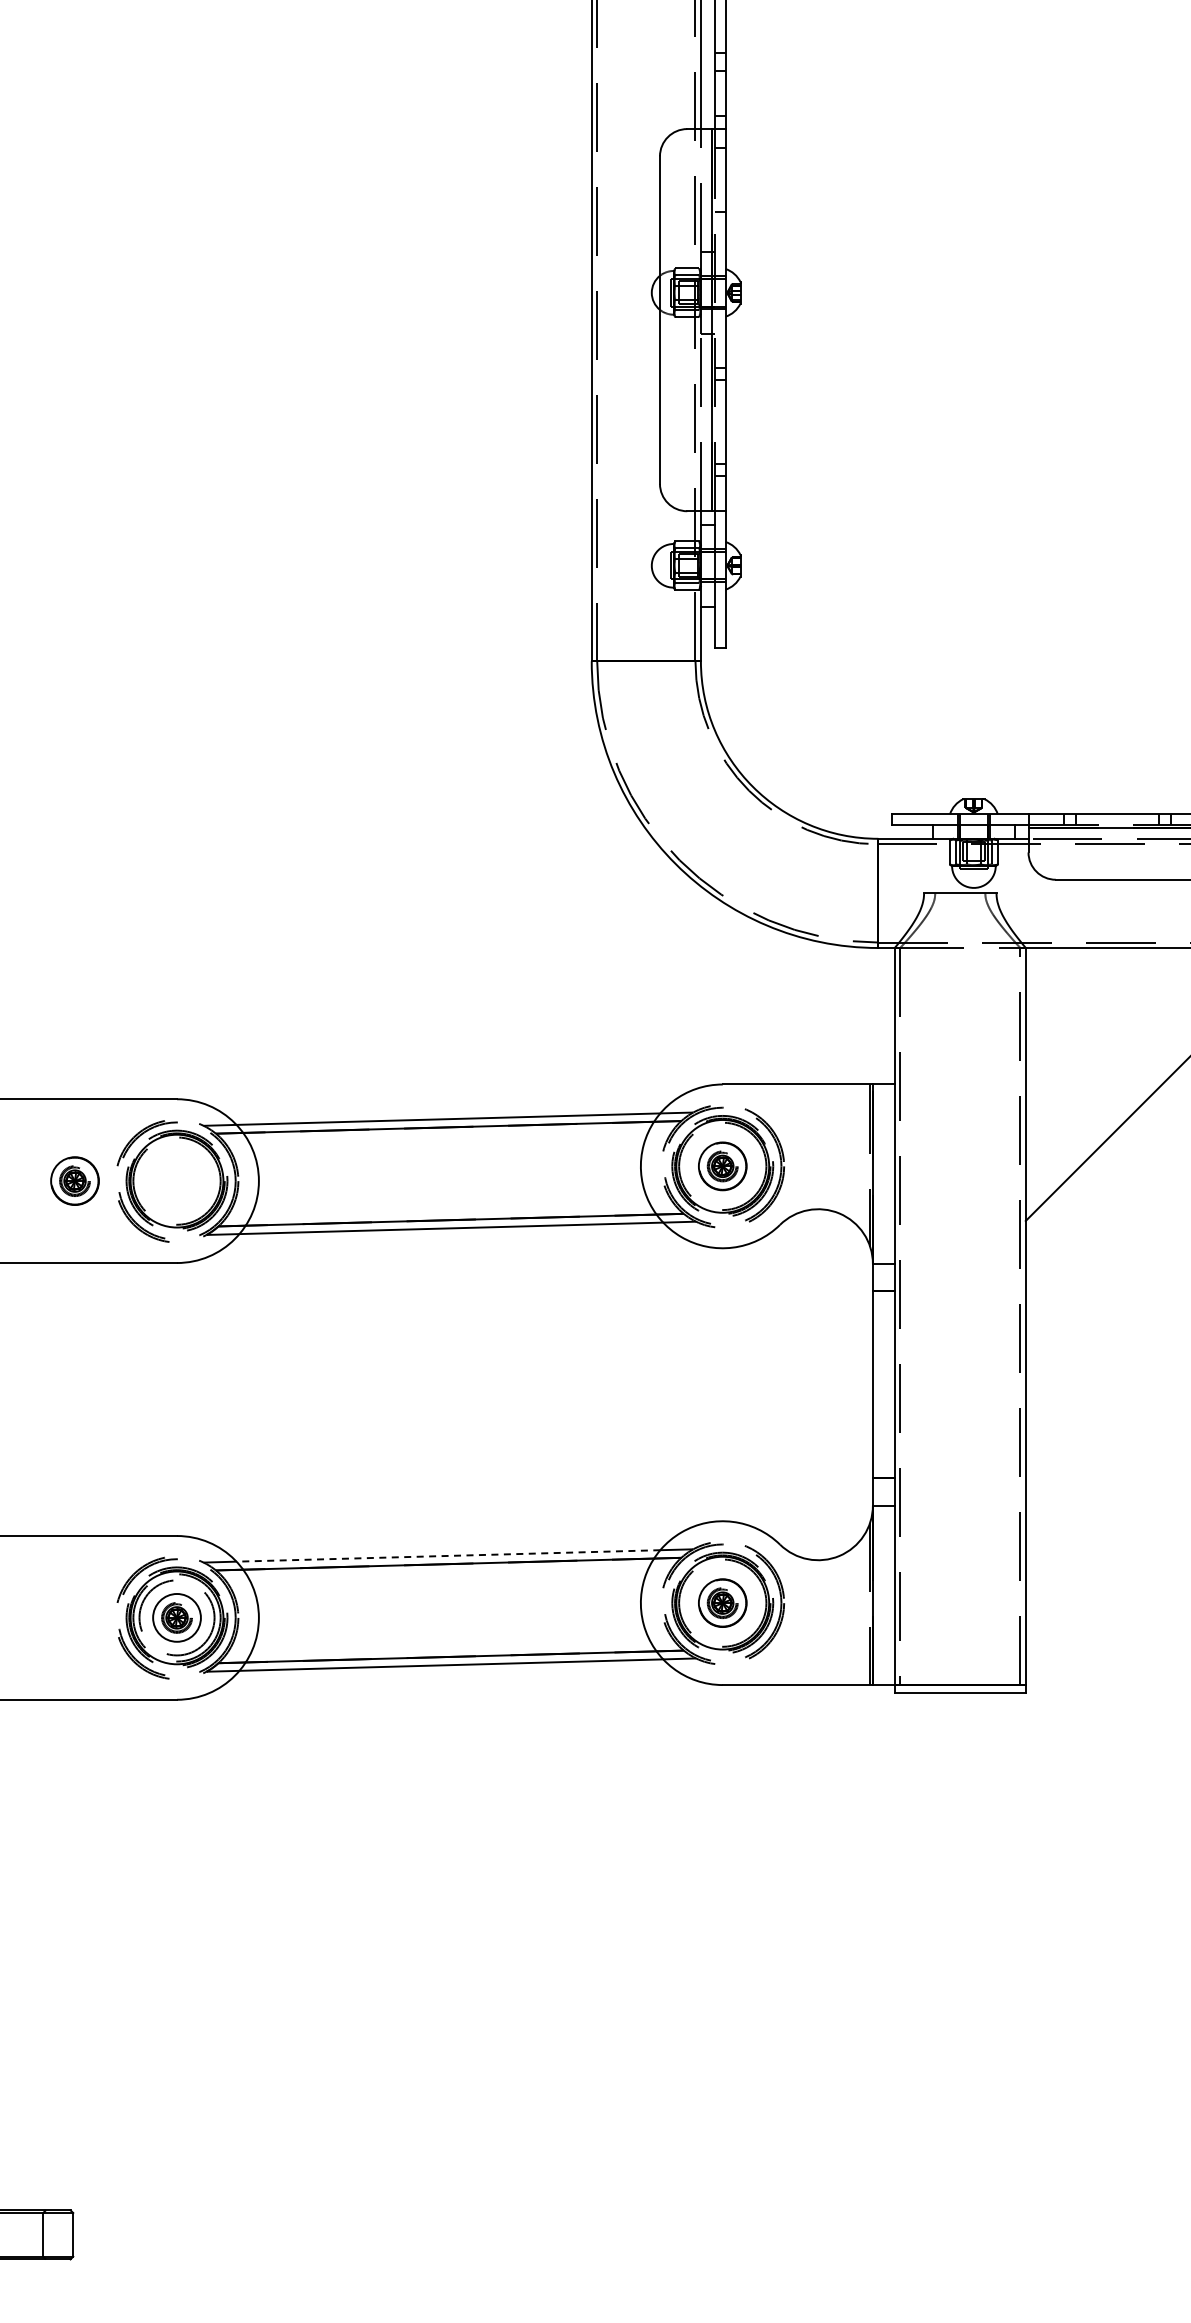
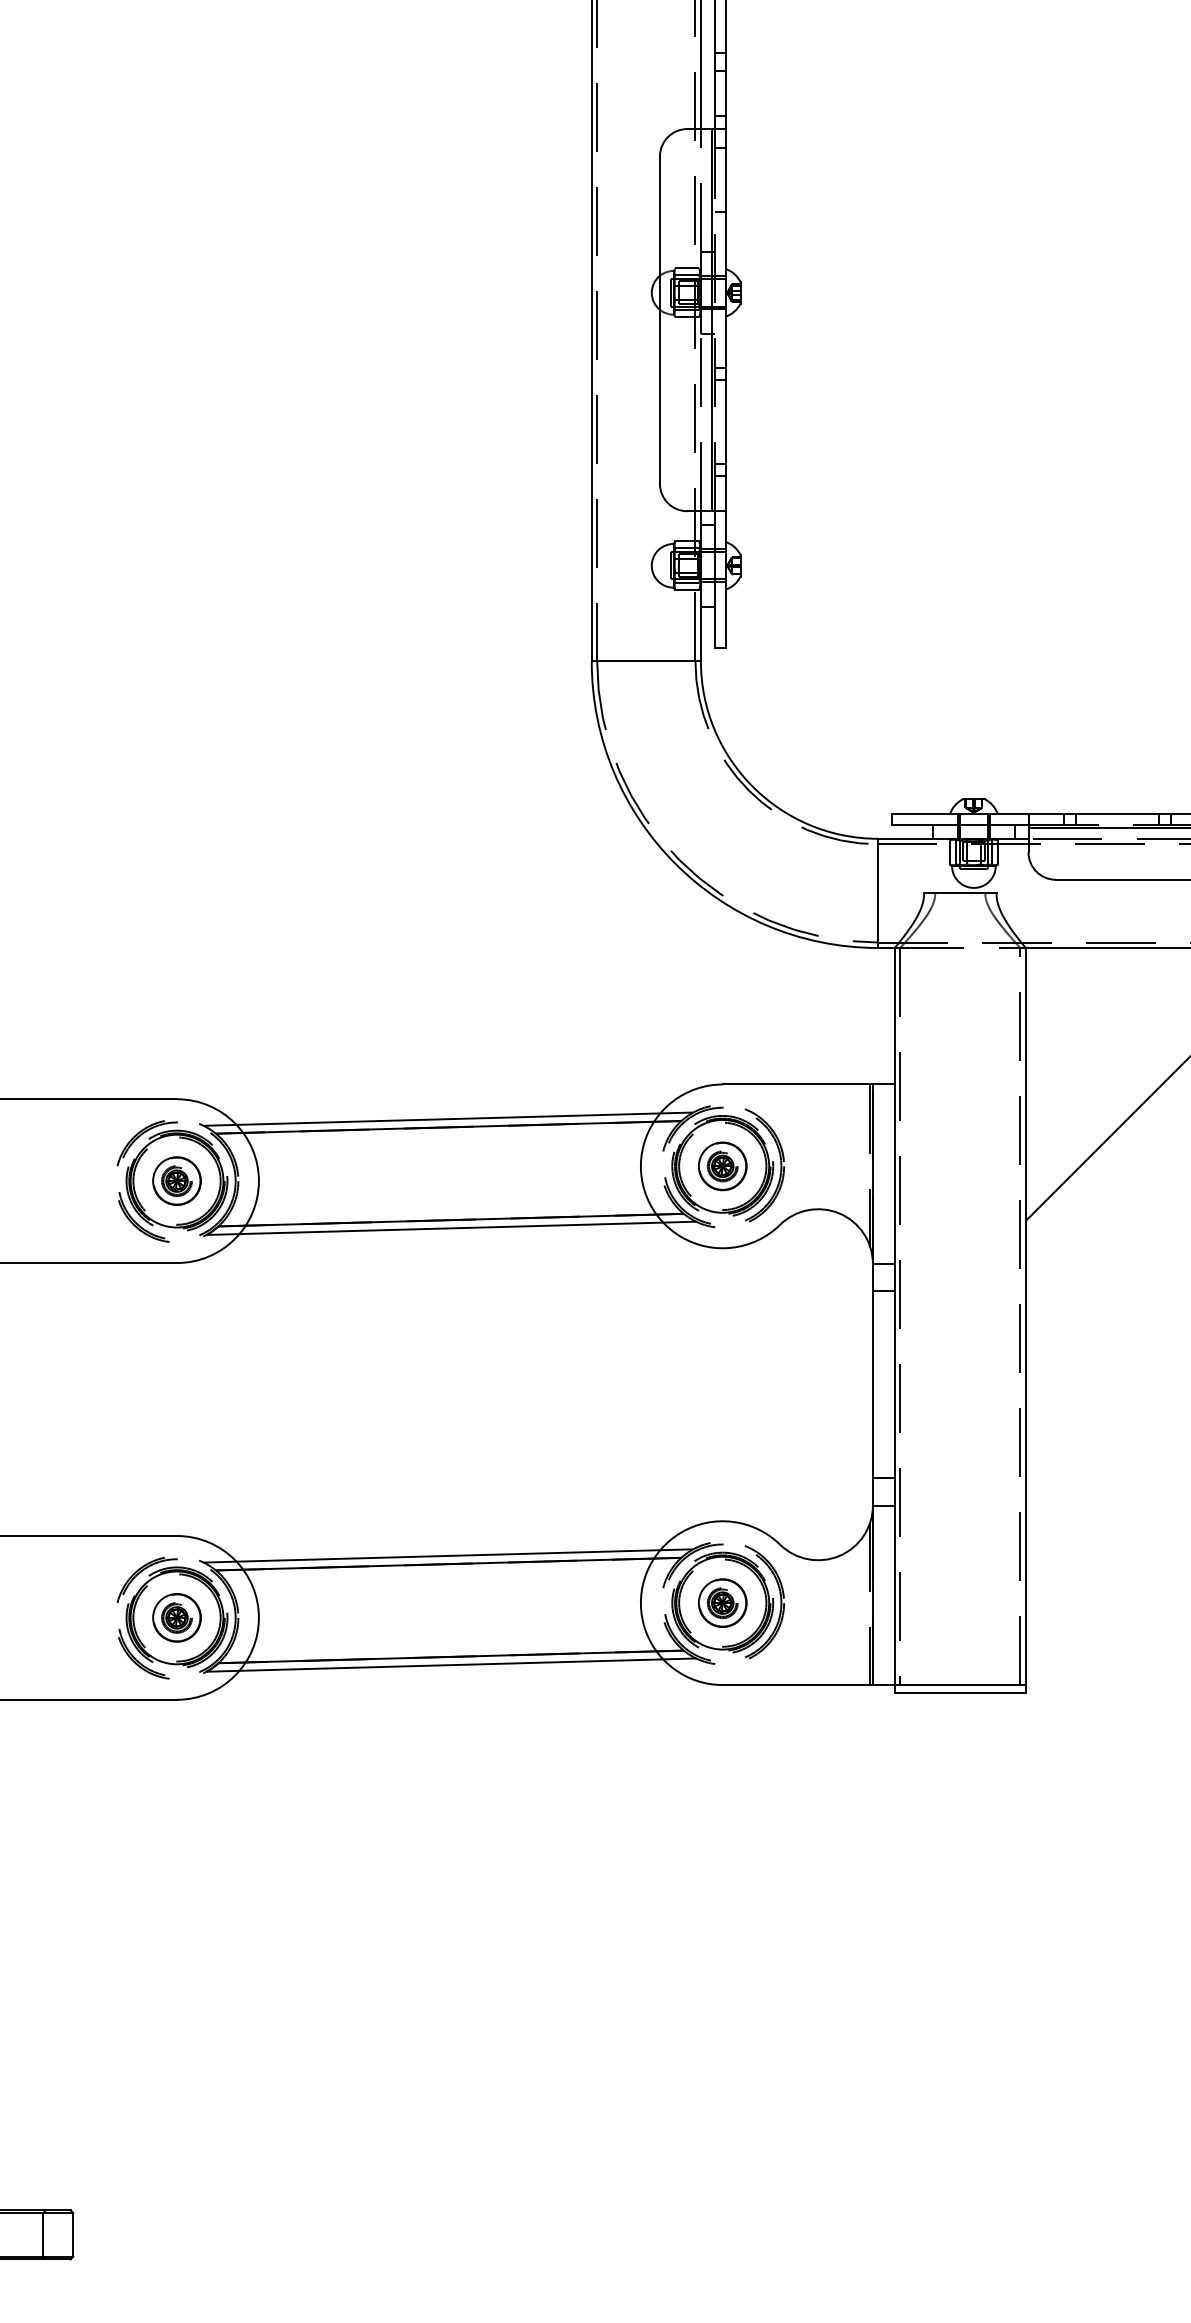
part at (74, 1180) position: (74, 1180) -> (176, 1180)
line at (448, 1555): dashed -> solid
circle at (176, 1617) diameter: 75 px -> 47 px
